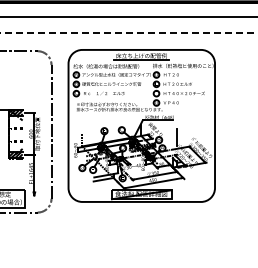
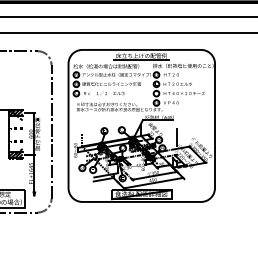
line at (129, 33): dashed -> solid
